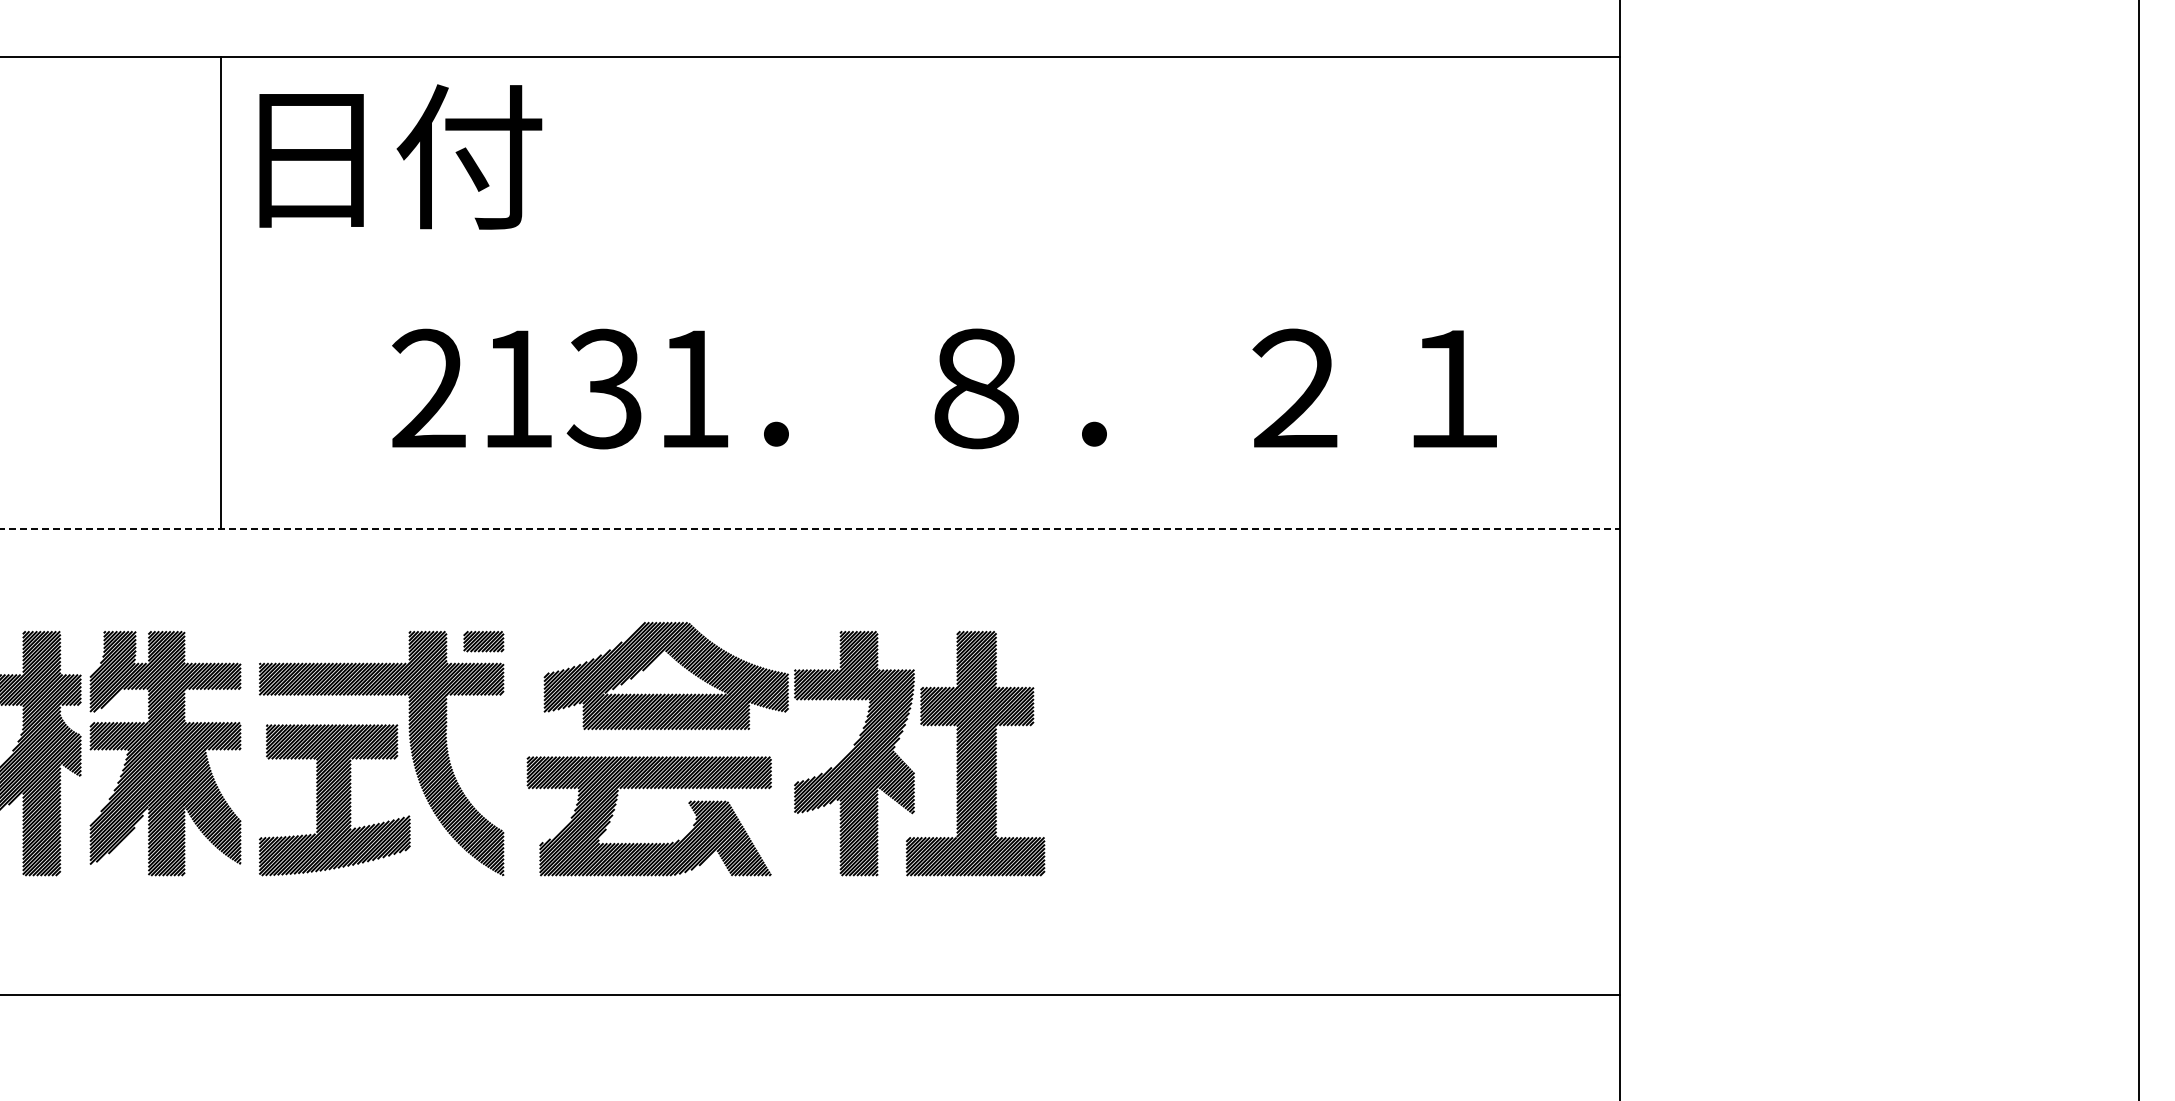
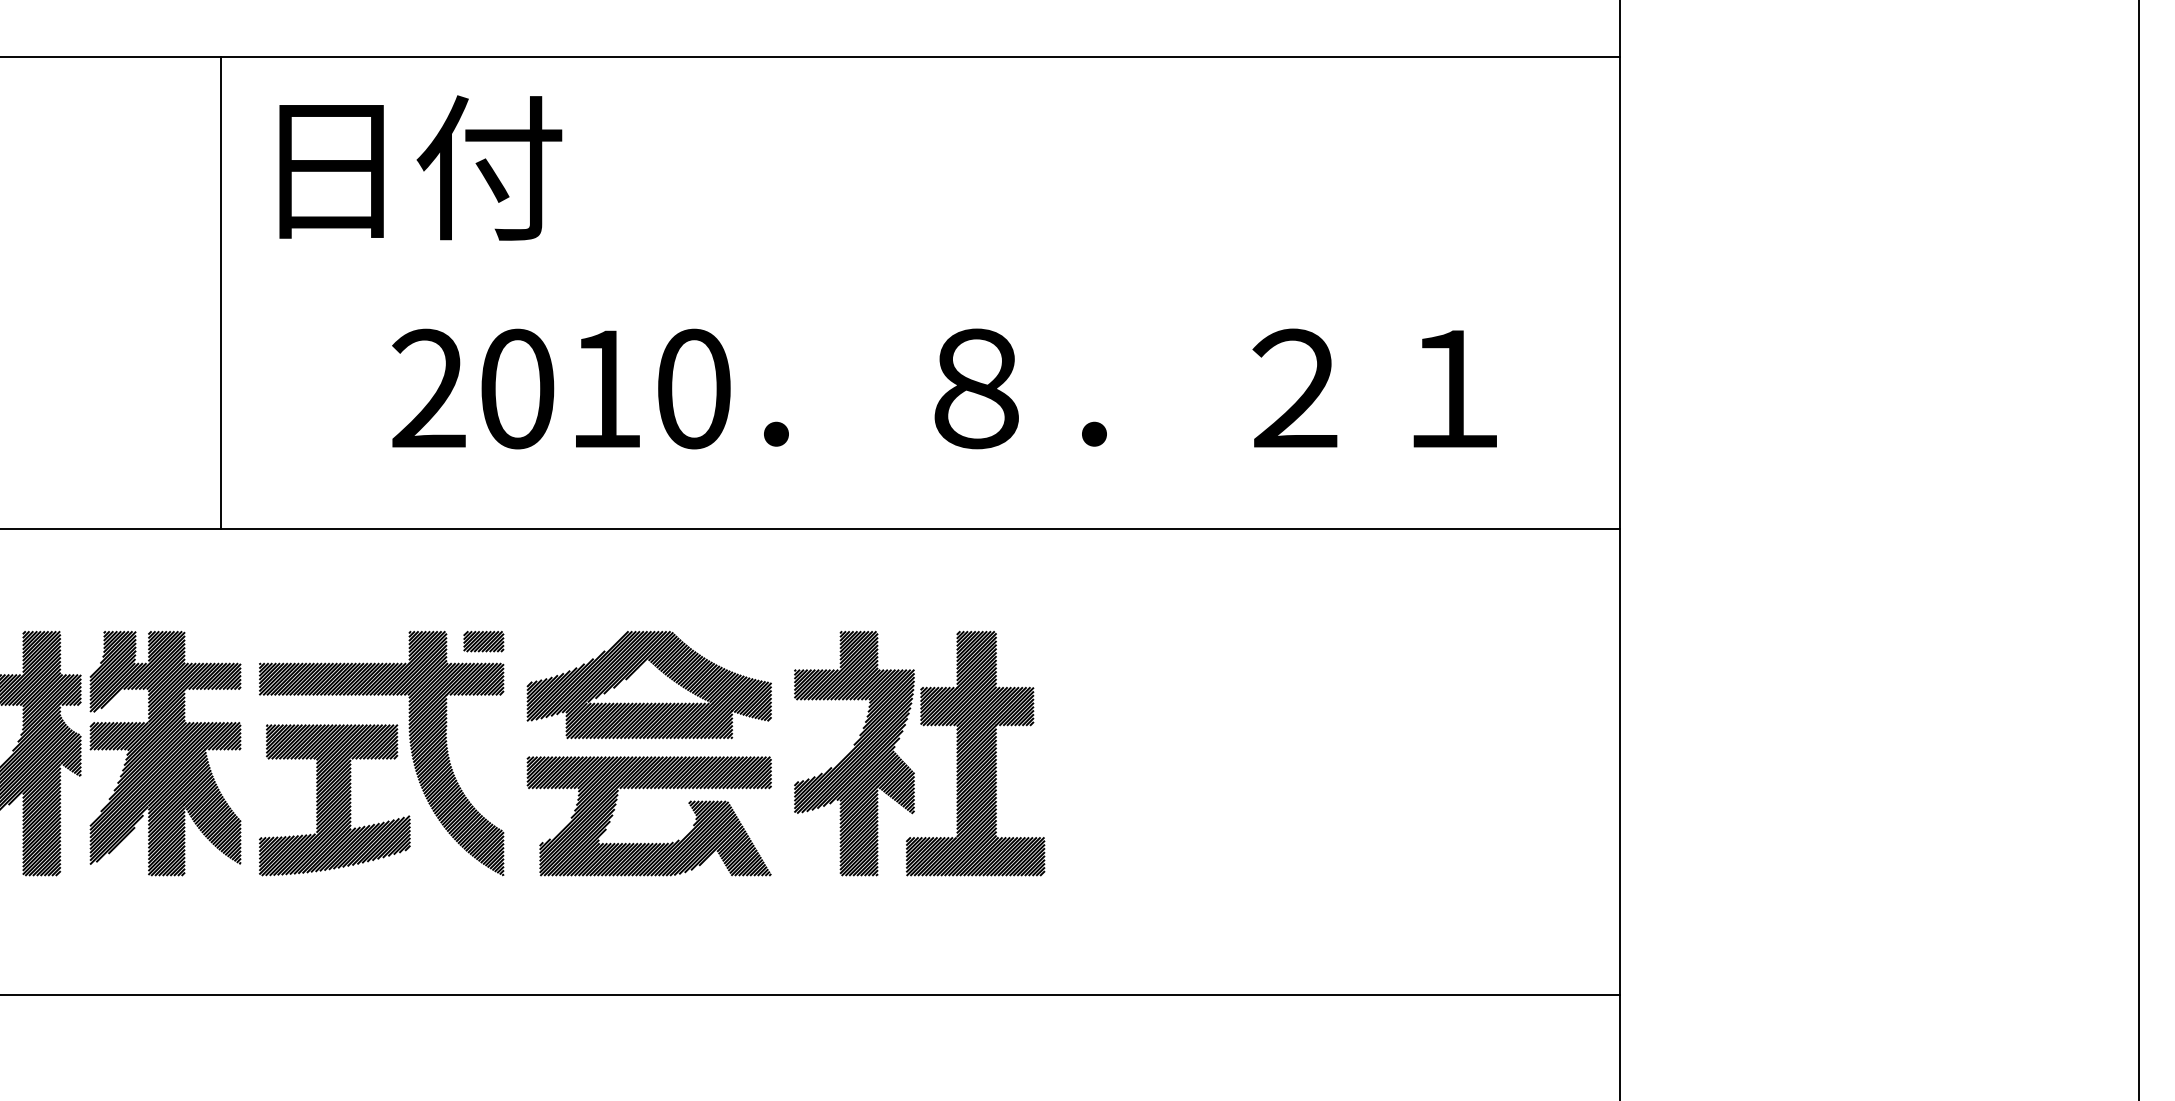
text at (400, 156) position: (400, 156) -> (420, 167)
text at (605, 388): 2131 -> 2010
line at (810, 528): dashed -> solid
part at (665, 675) position: (665, 675) -> (648, 684)
